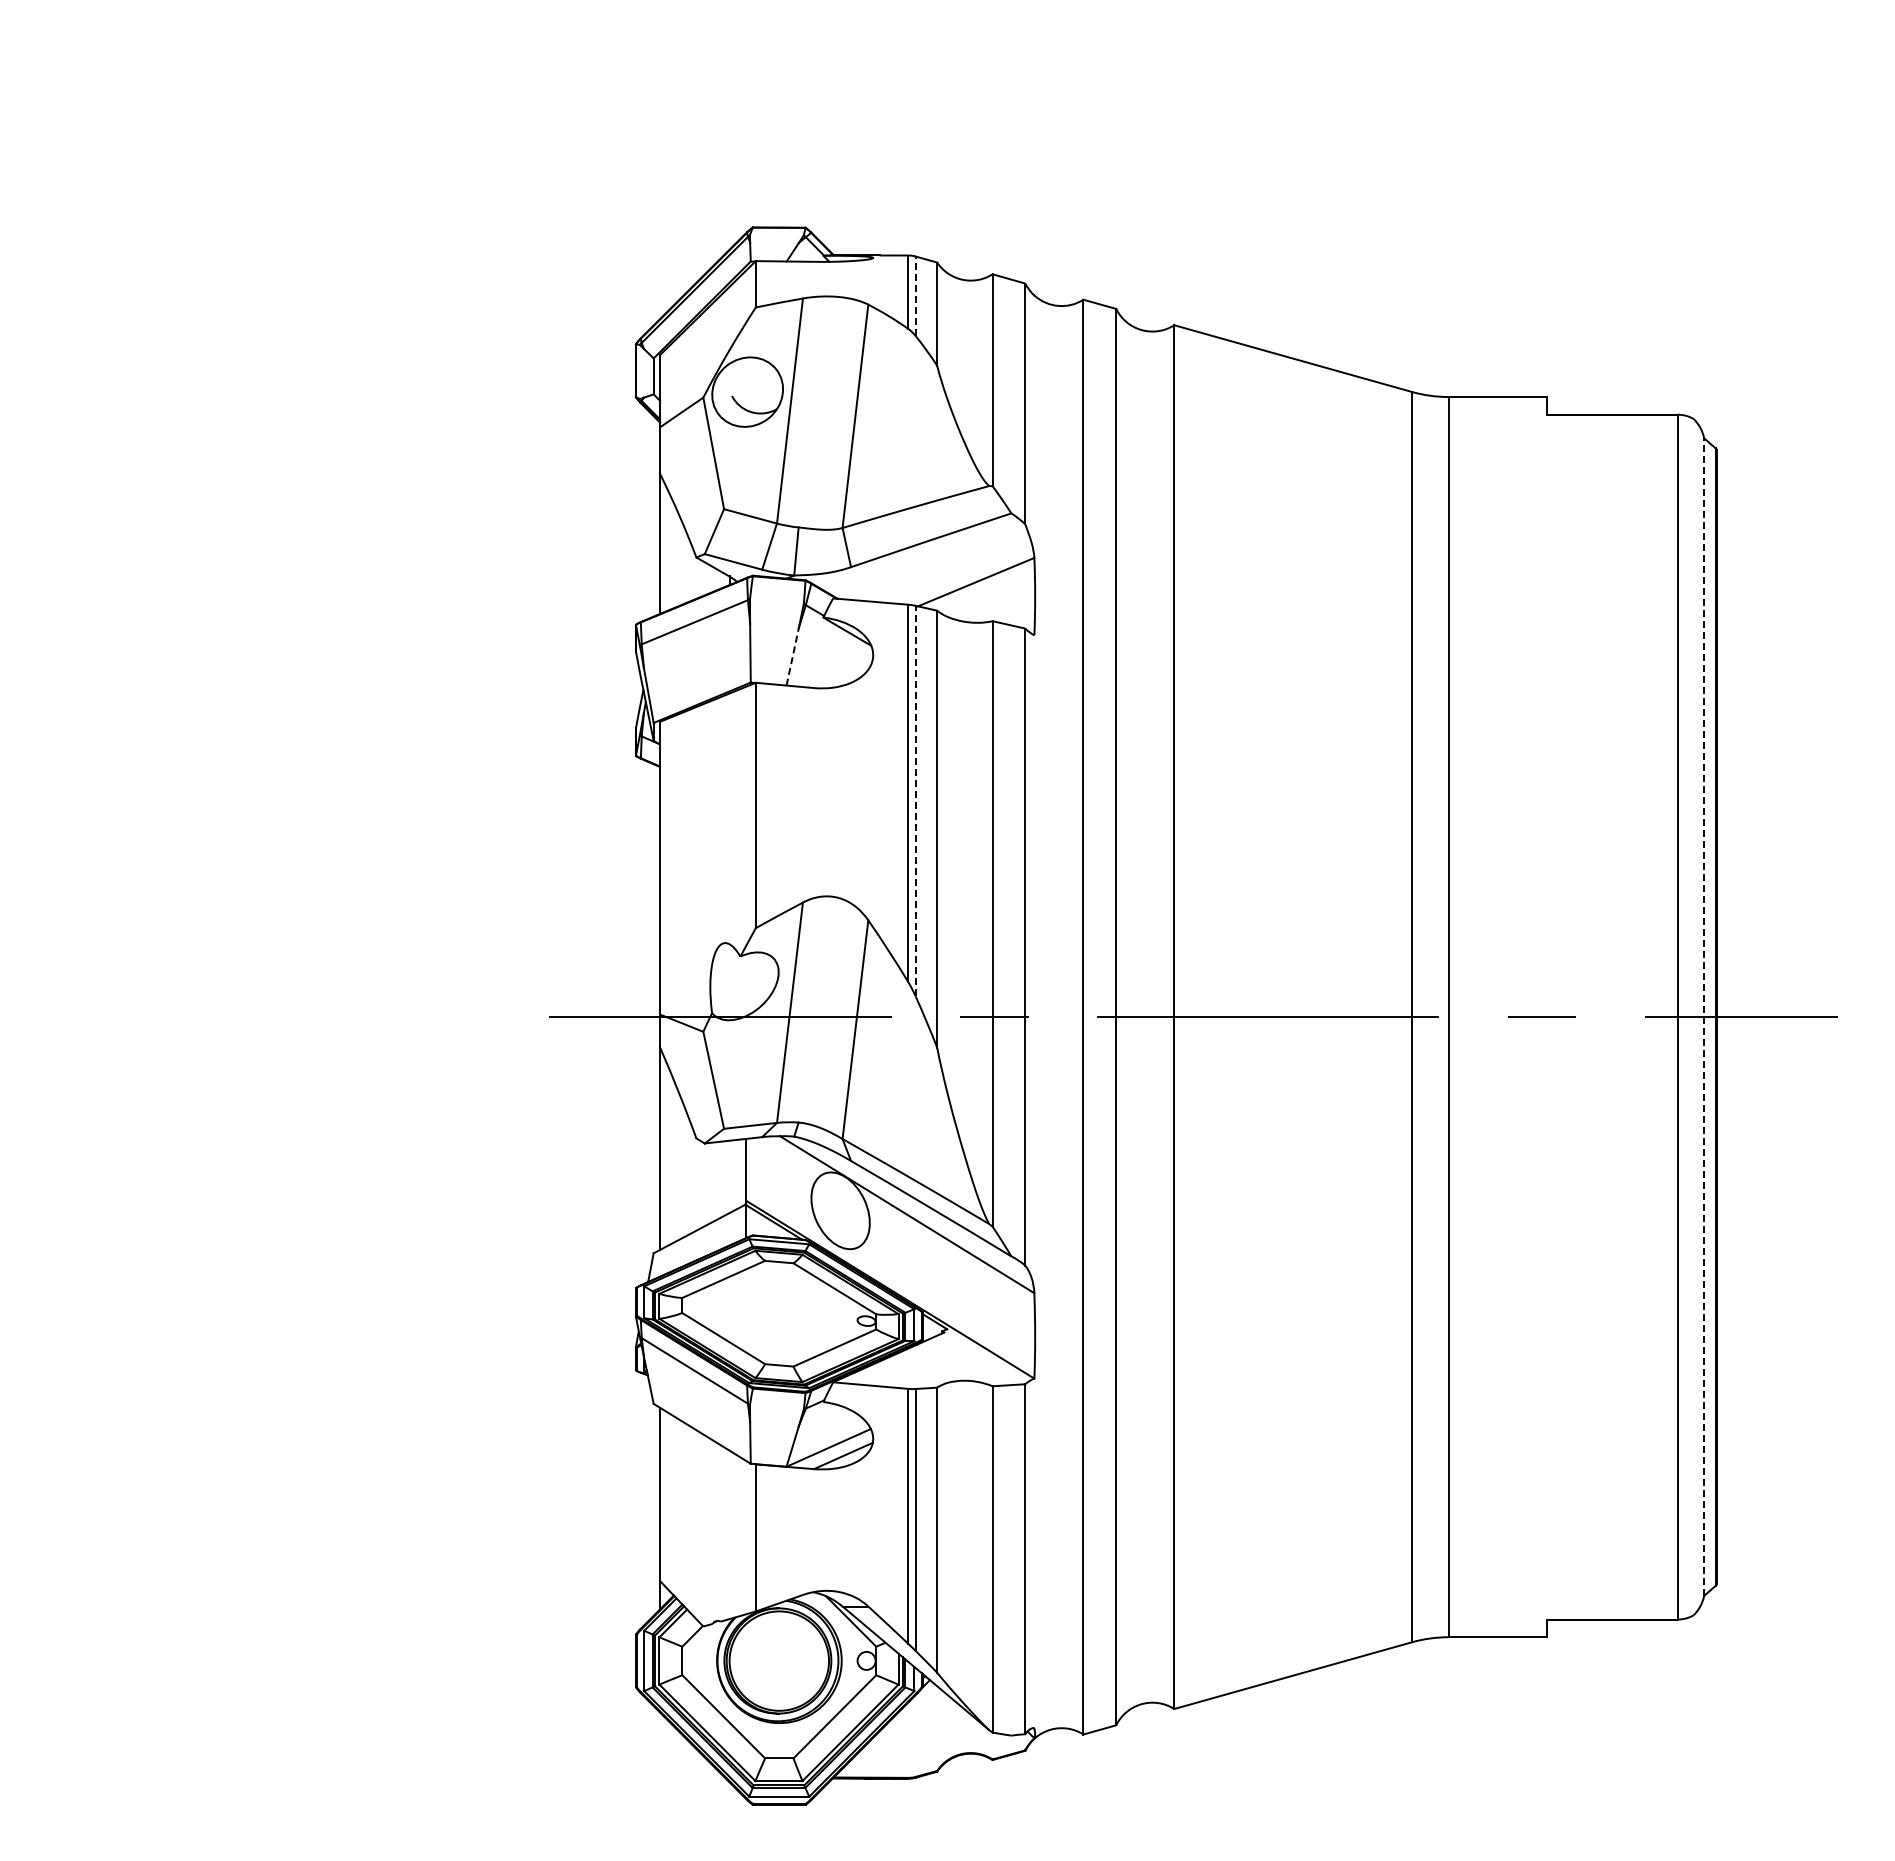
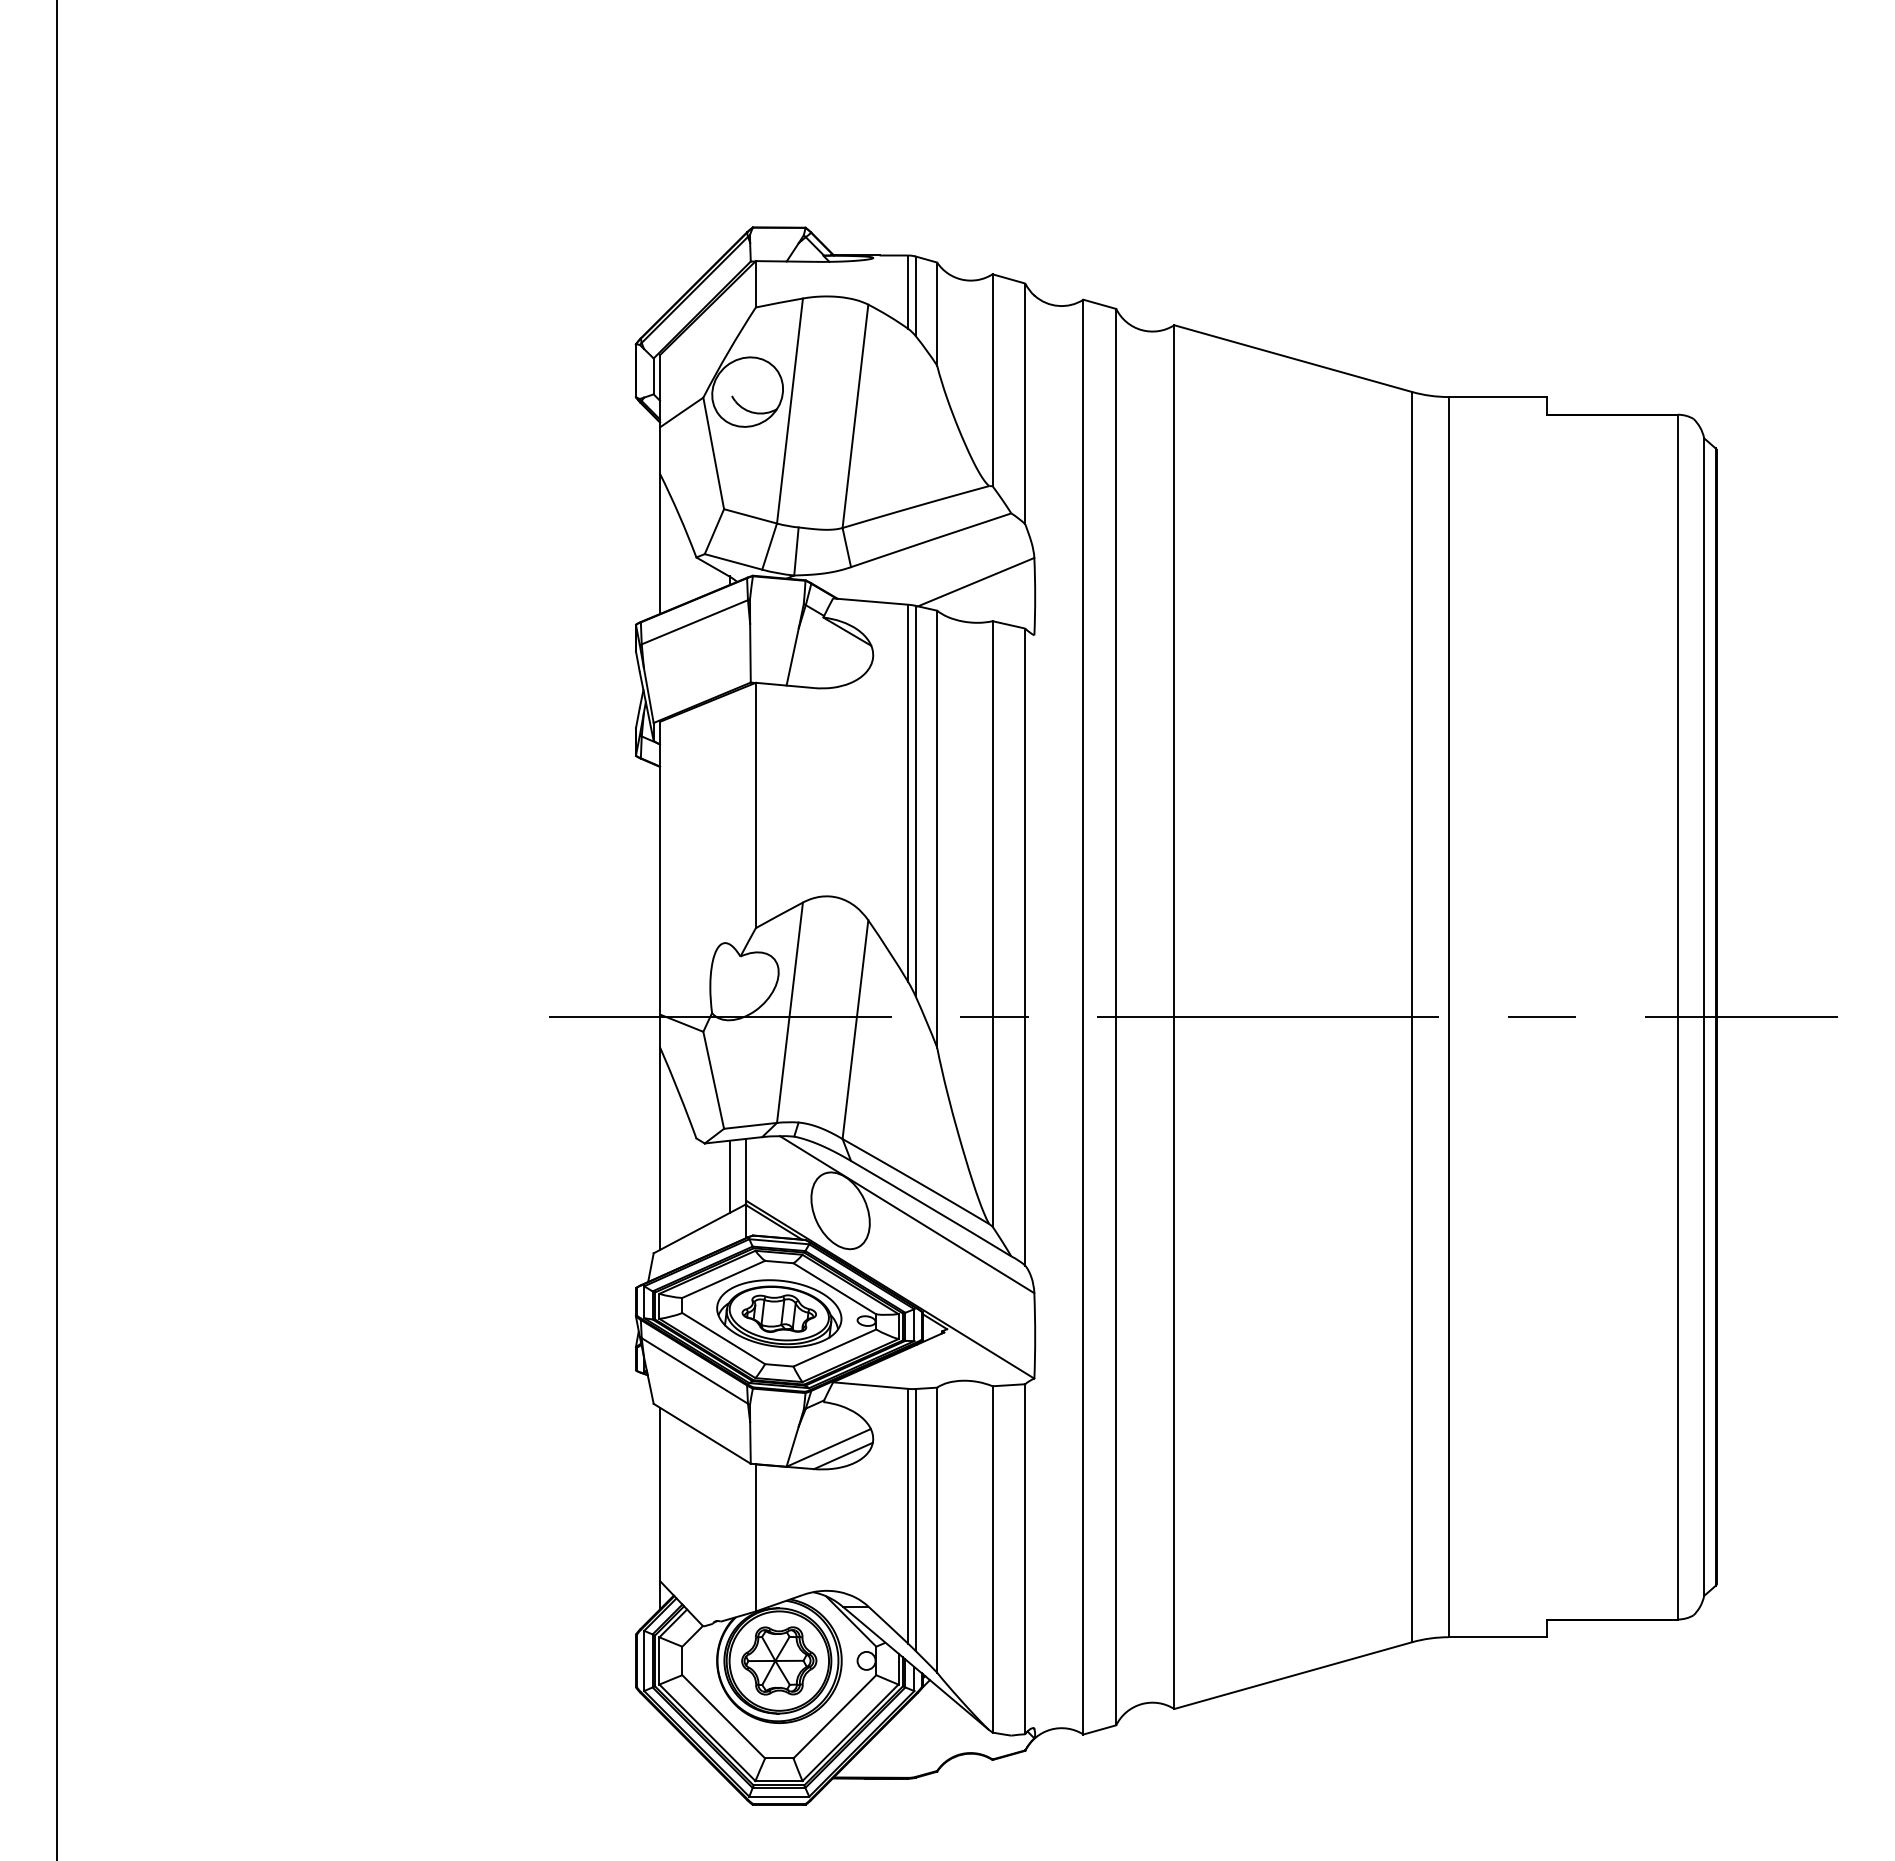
line at (915, 296): dashed -> solid
line at (792, 656): dashed -> solid
line at (915, 800): dashed -> solid
line at (56, 929): none -> present
line at (1704, 1017): dashed -> solid
line at (729, 1176): none -> present
part at (779, 1313): none -> present
part at (779, 1660): none -> present
